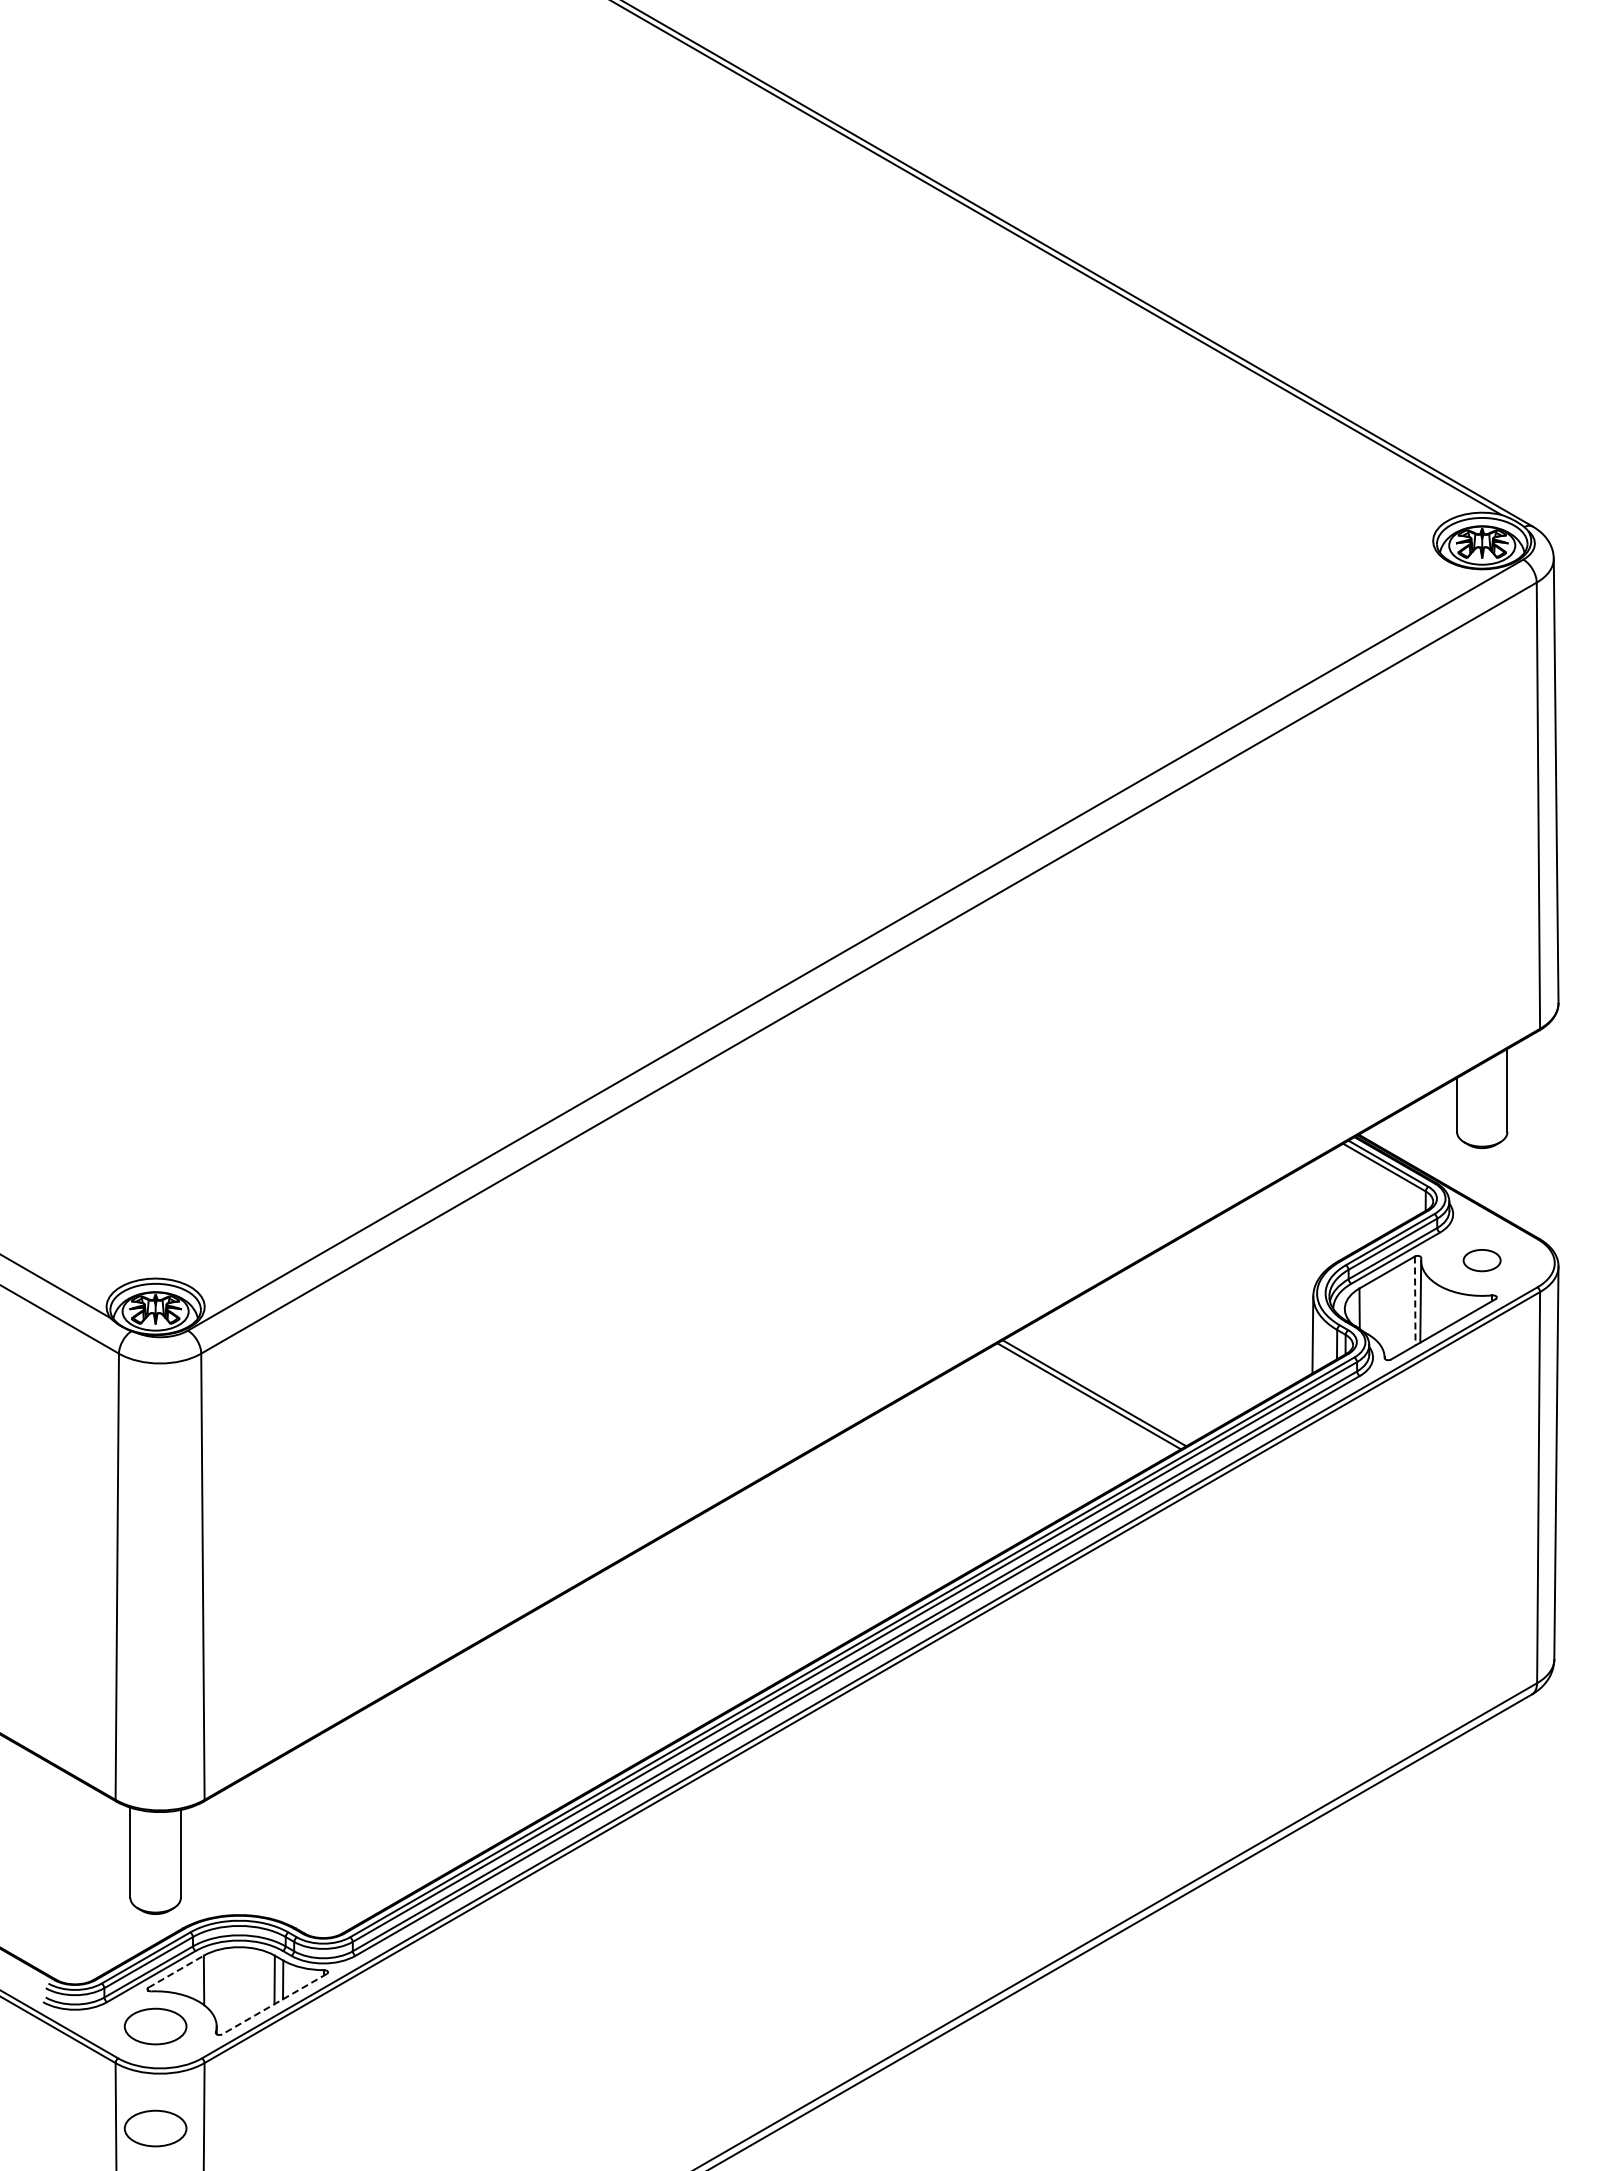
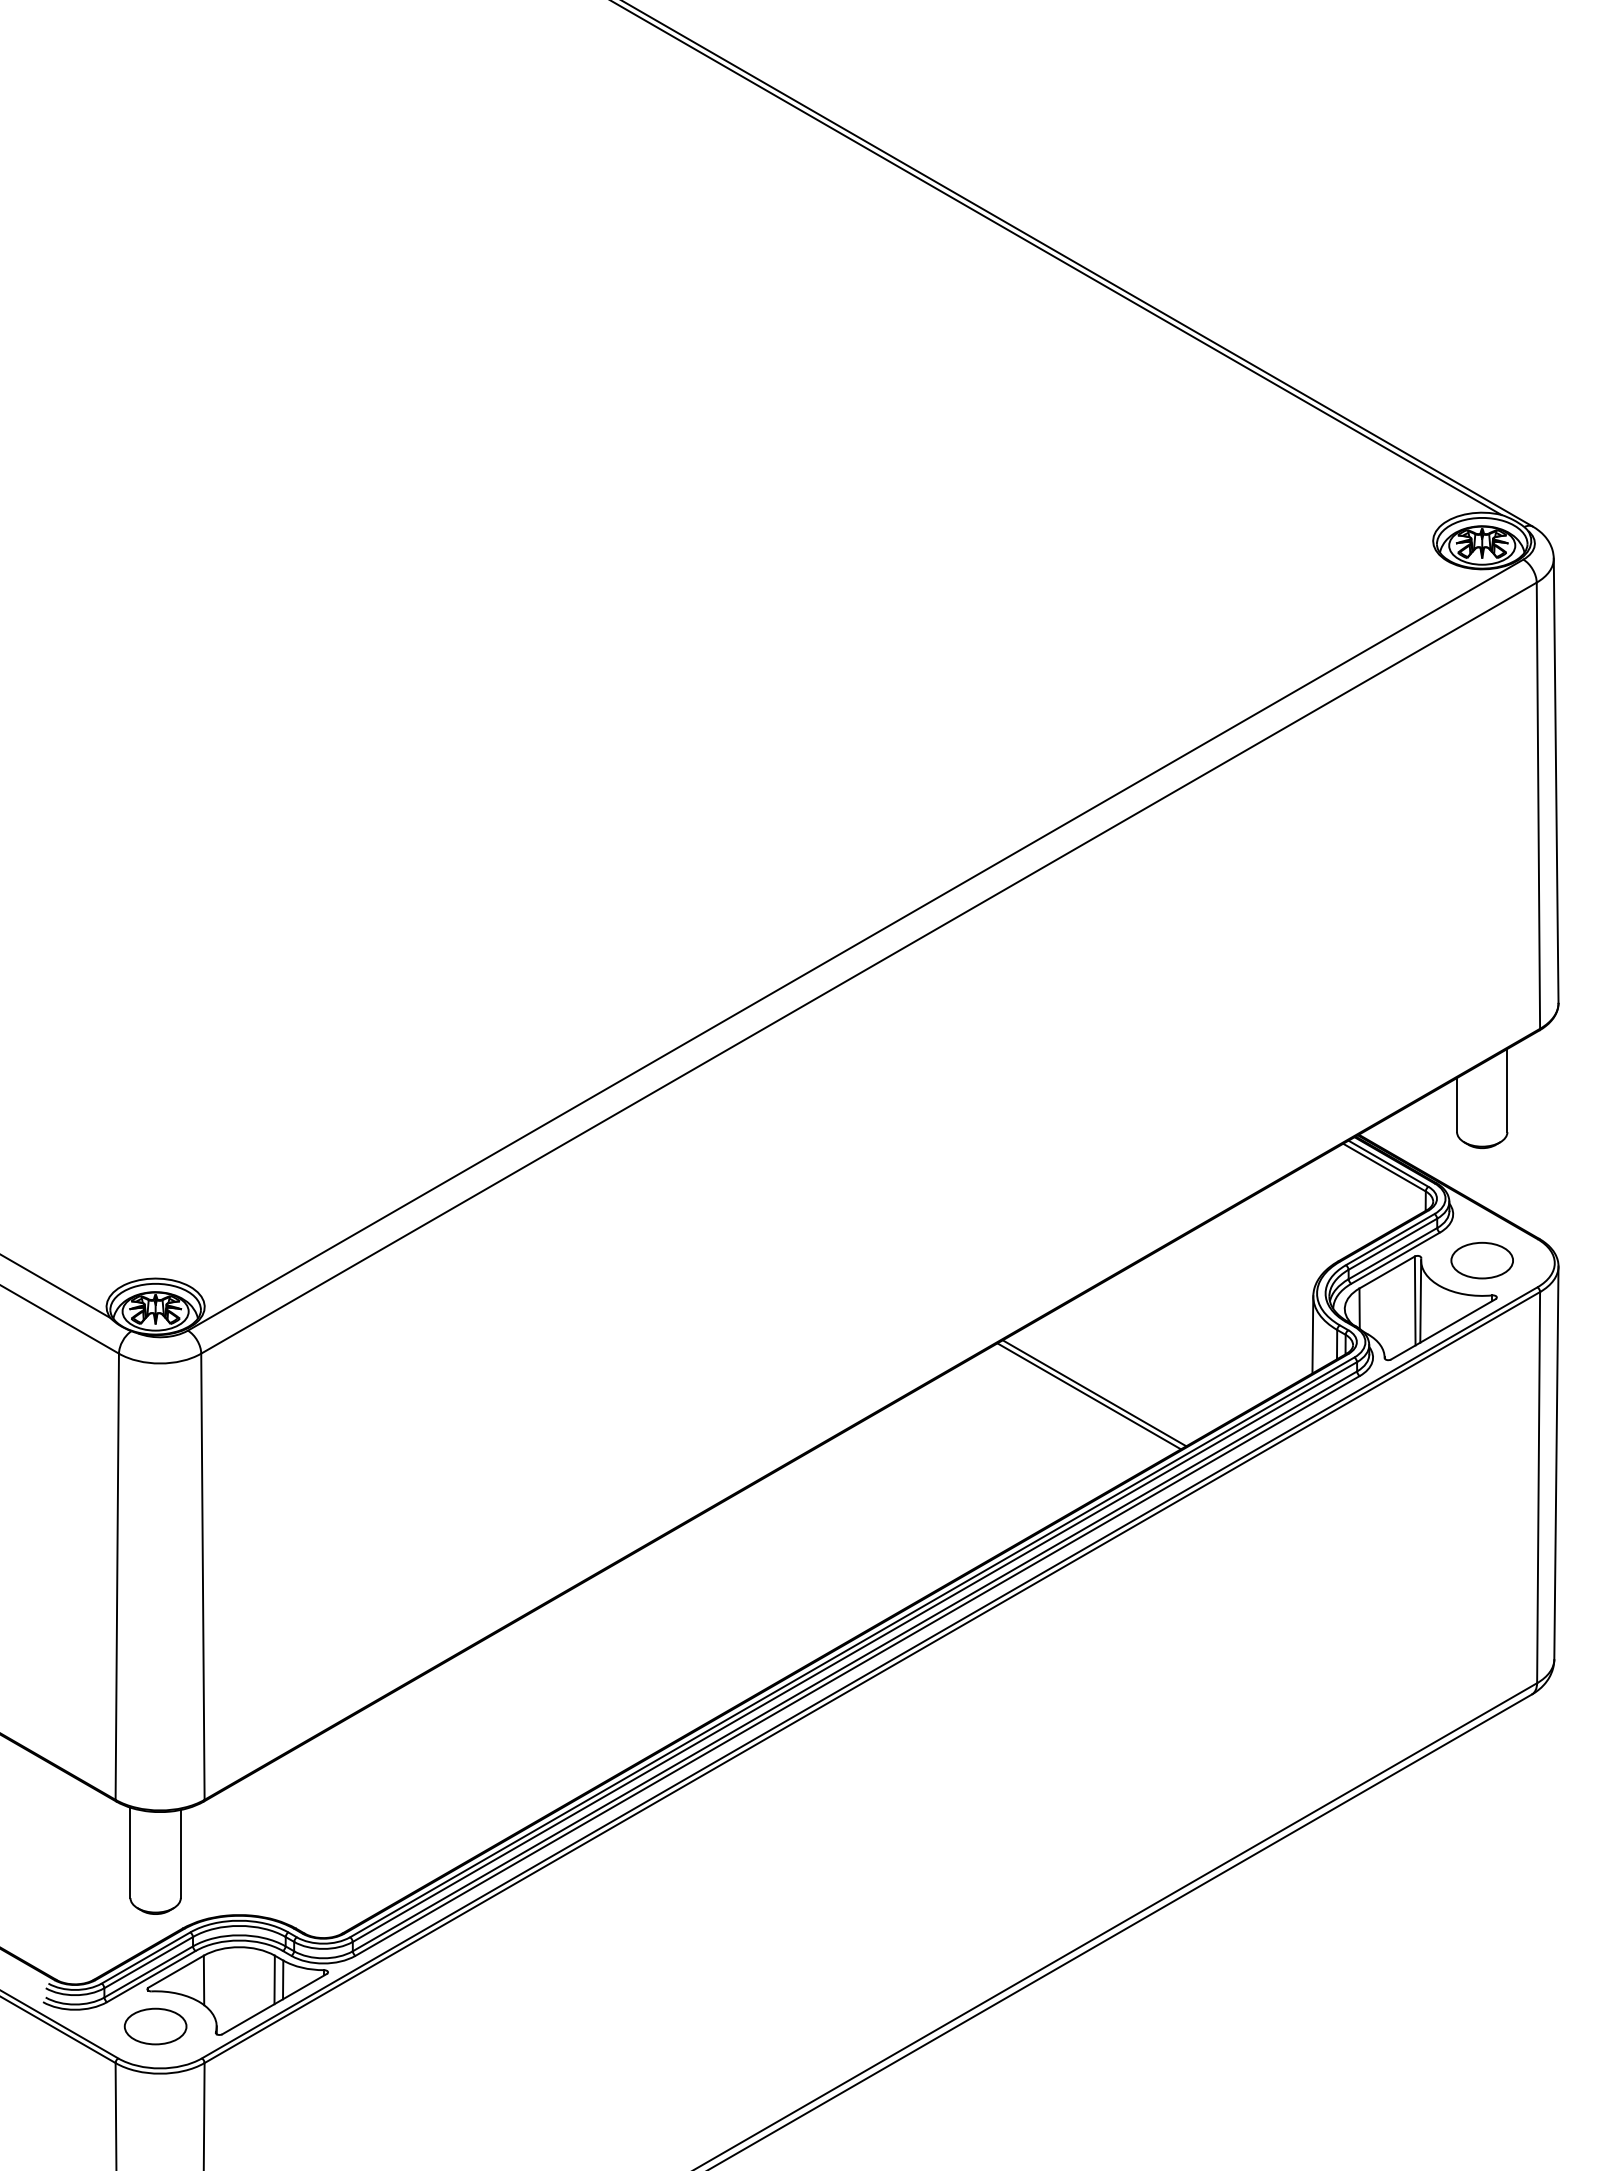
part at (1481, 1260) size: 40x24 px -> 64x39 px
line at (1415, 1301): dashed -> solid
line at (176, 1971): dashed -> solid
line at (274, 2004): dashed -> solid
part at (155, 2128): present -> none
